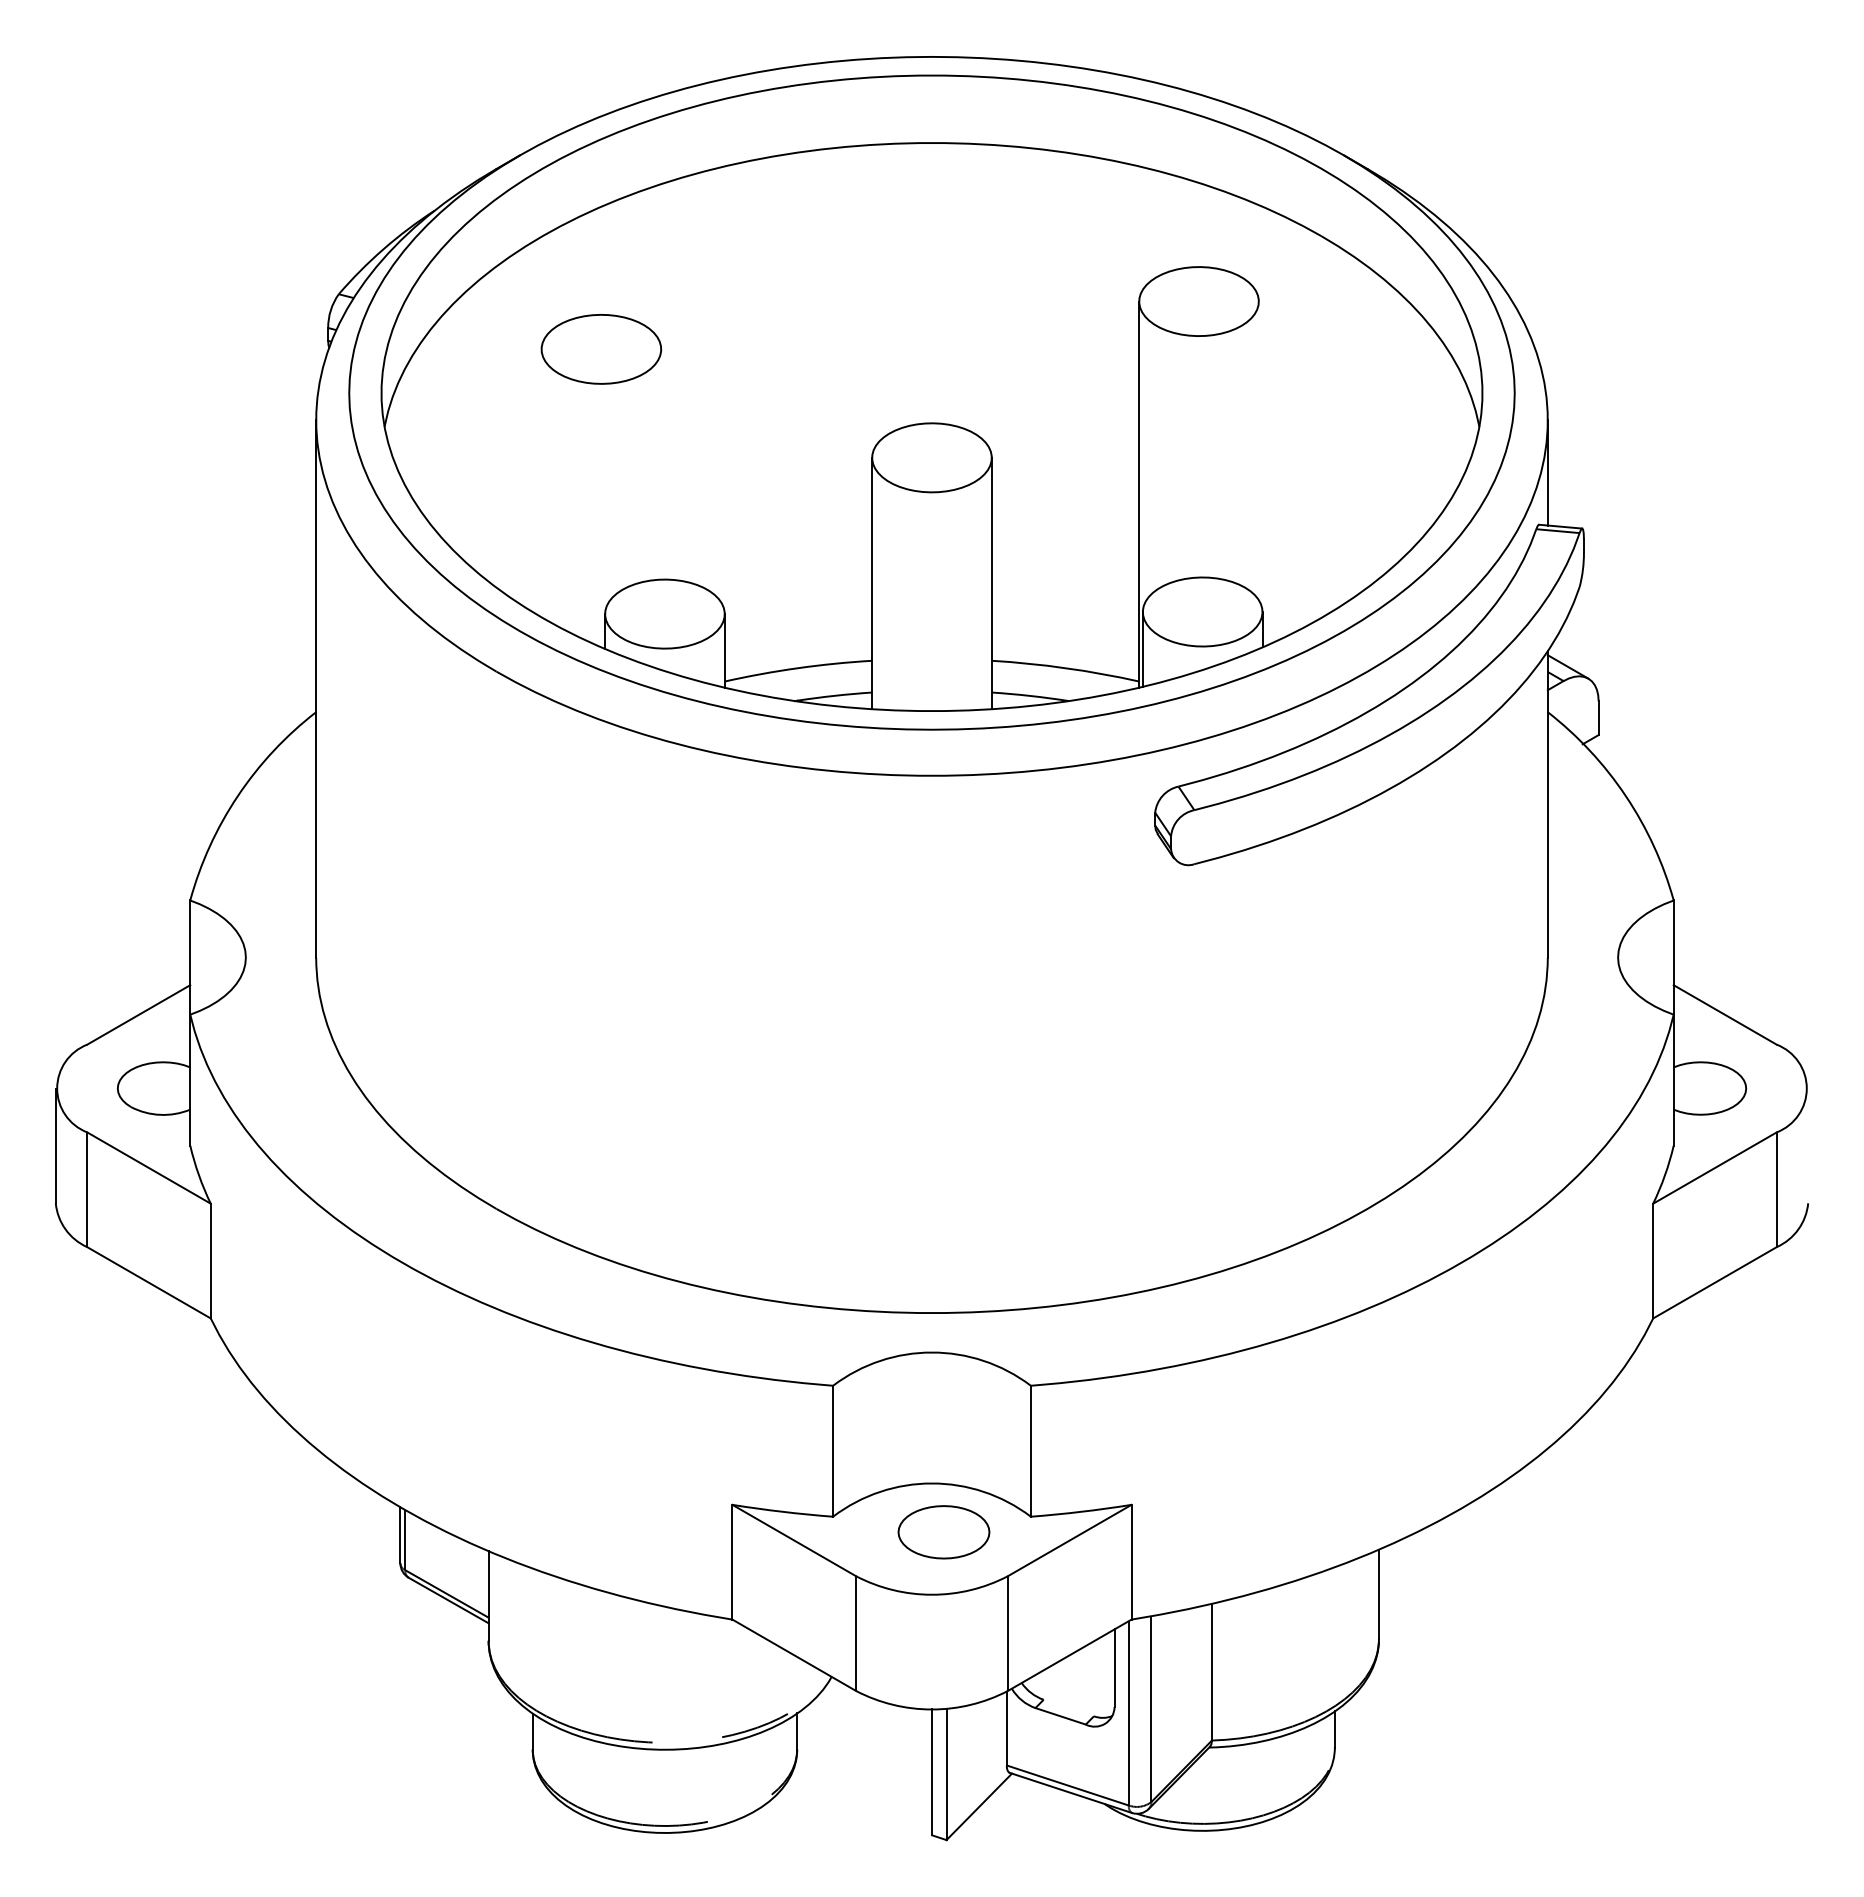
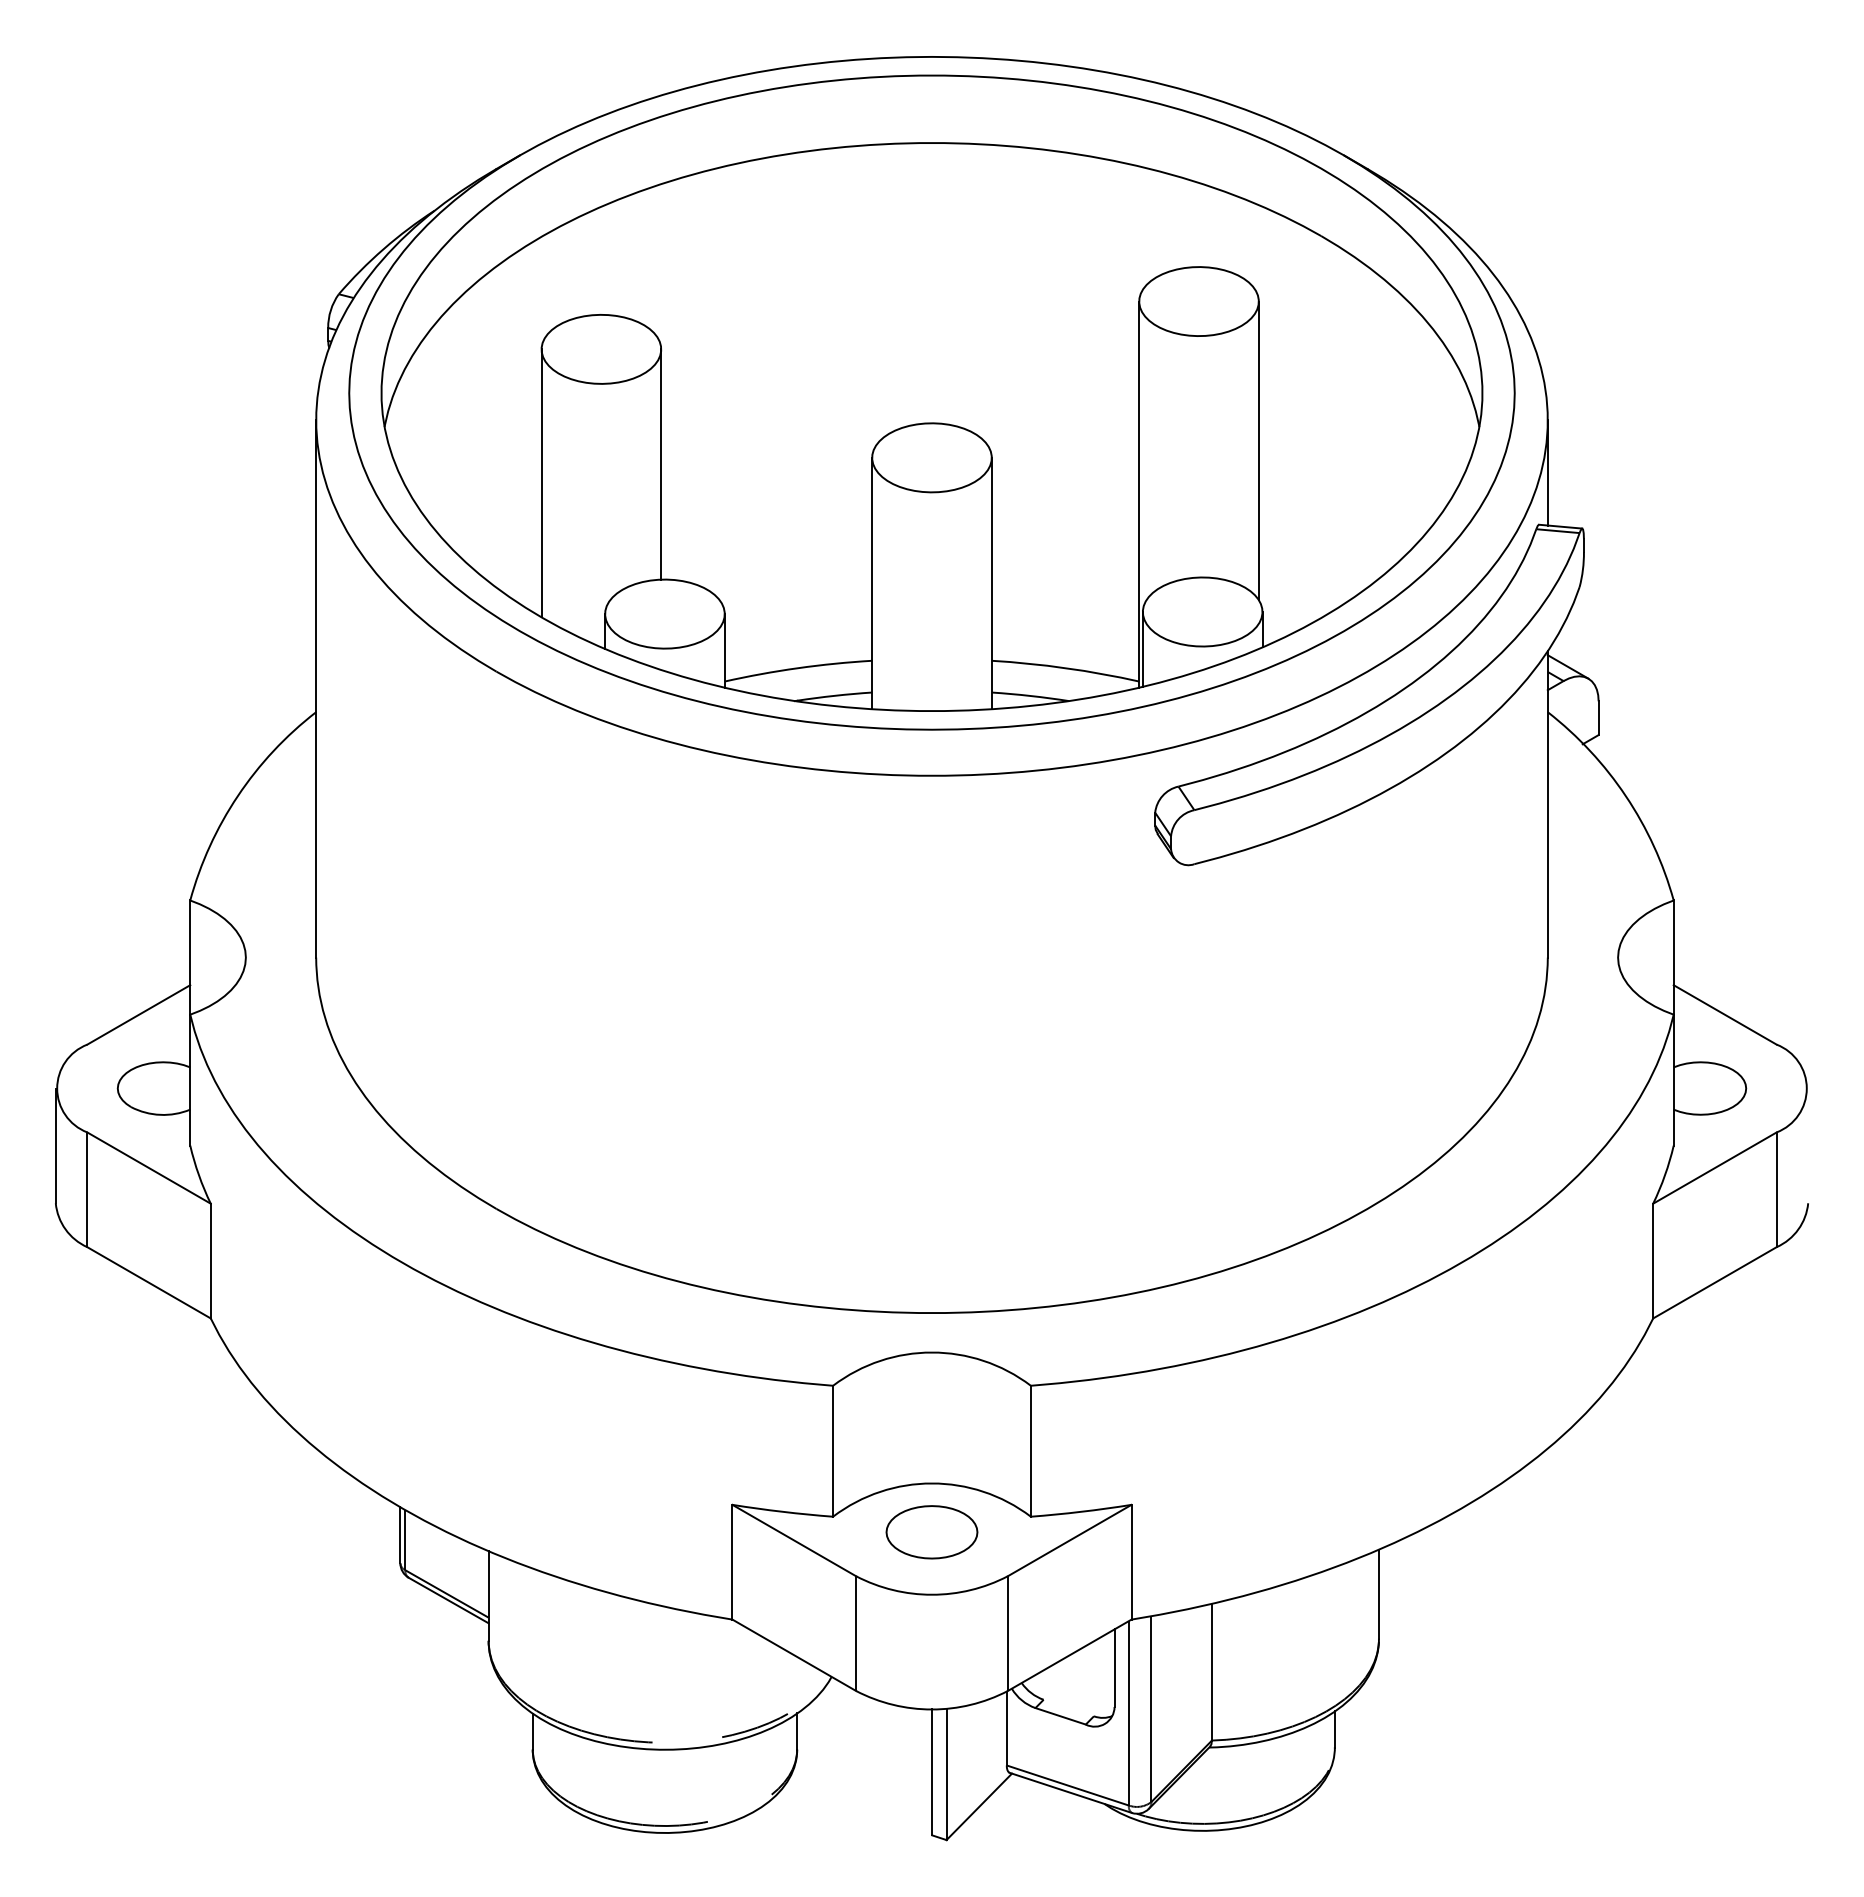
line at (1258, 450): none -> present
line at (661, 464): none -> present
line at (541, 483): none -> present
part at (943, 1532) position: (943, 1532) -> (931, 1532)
